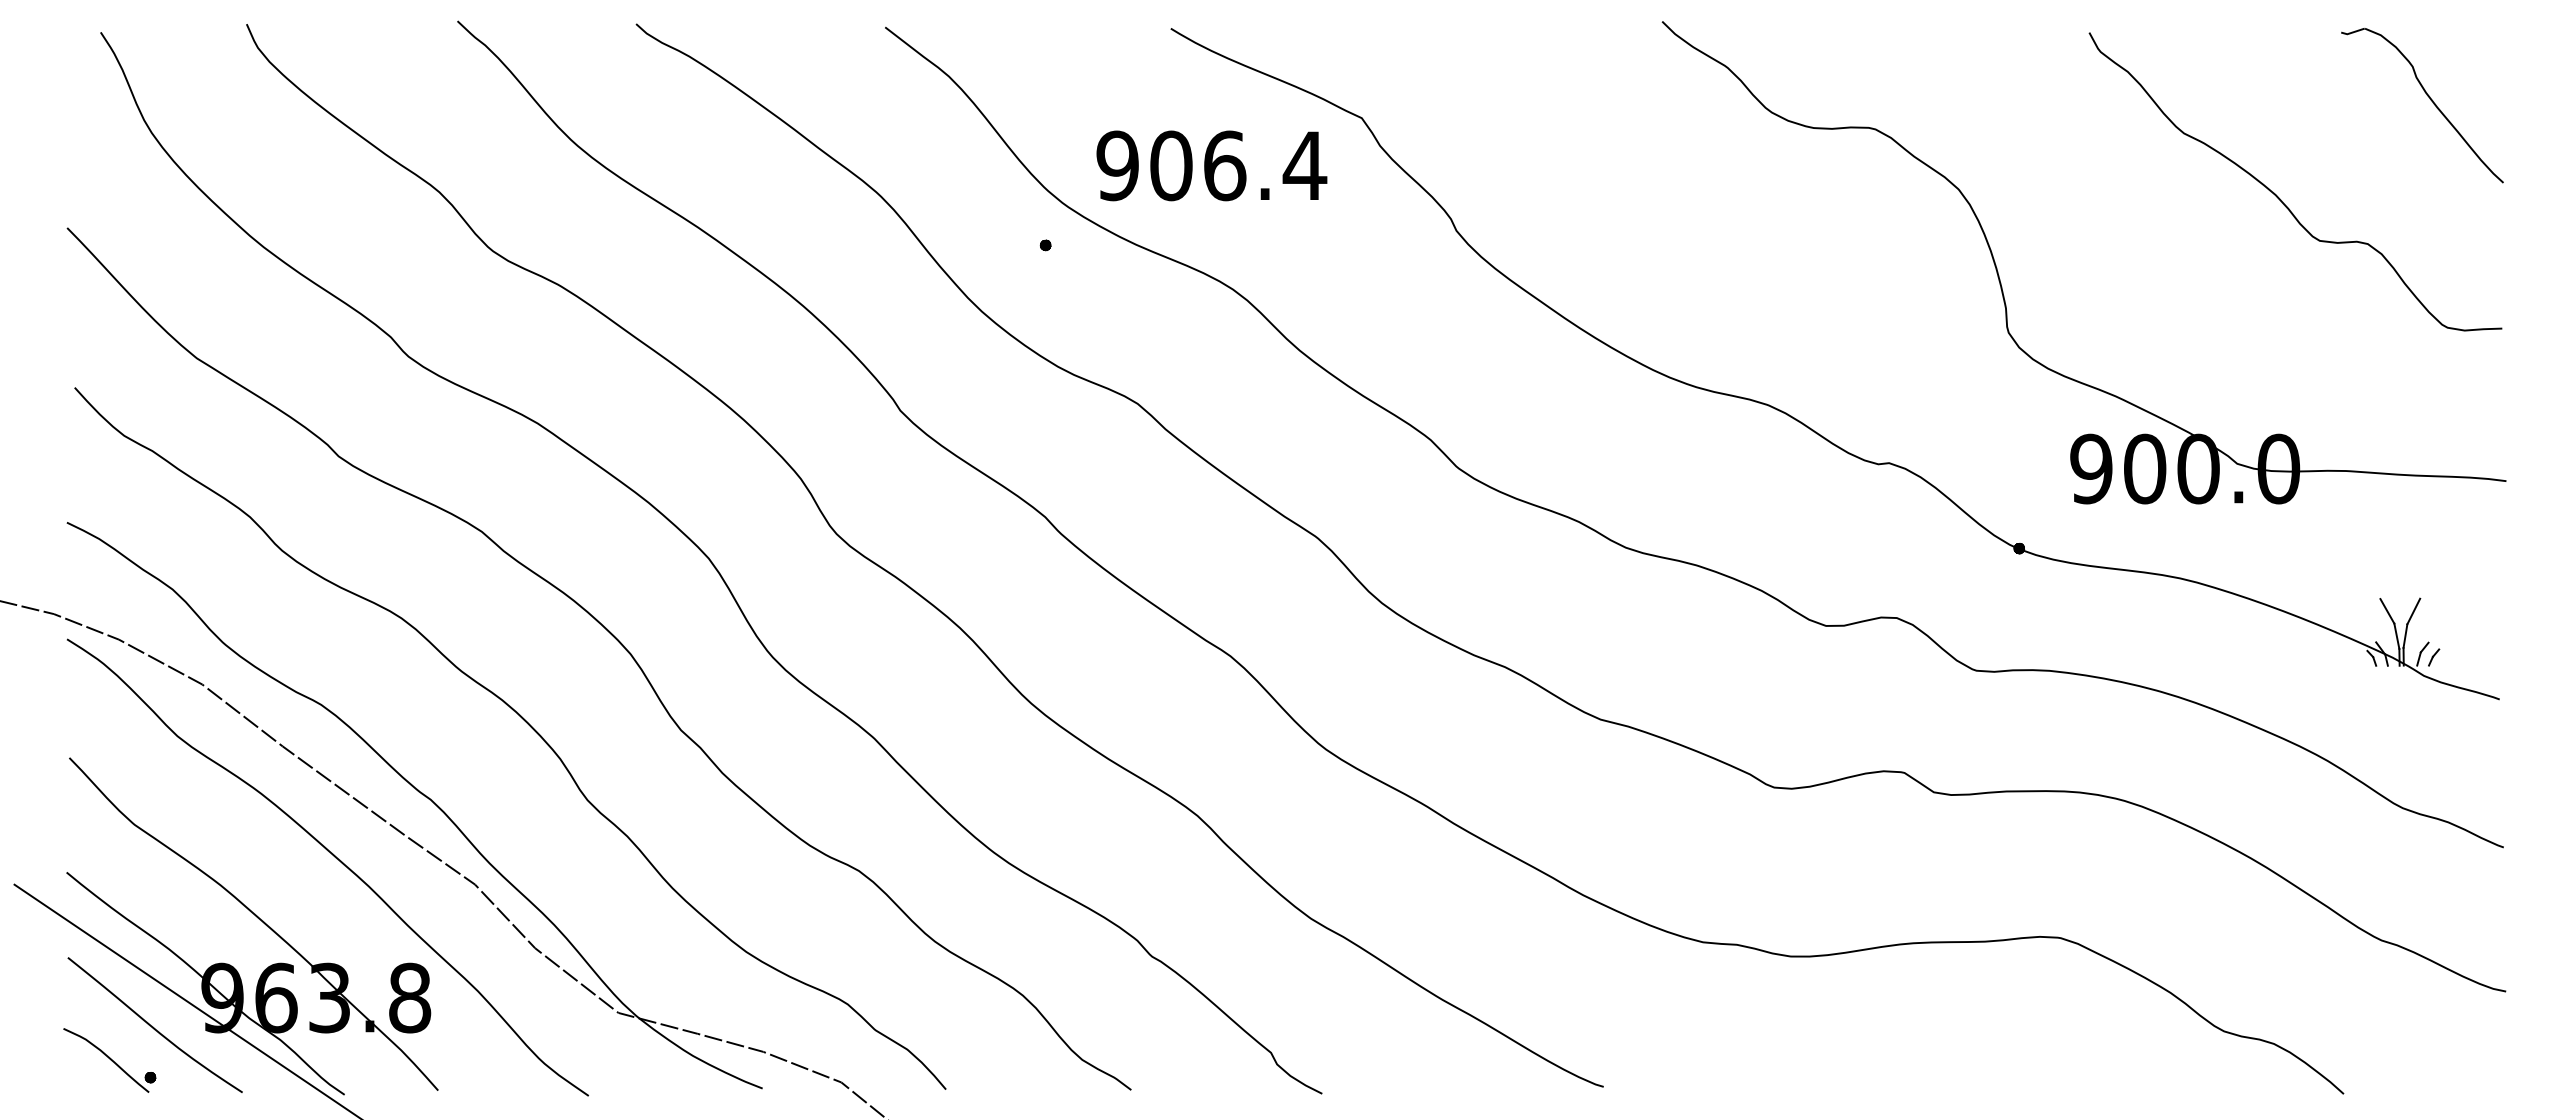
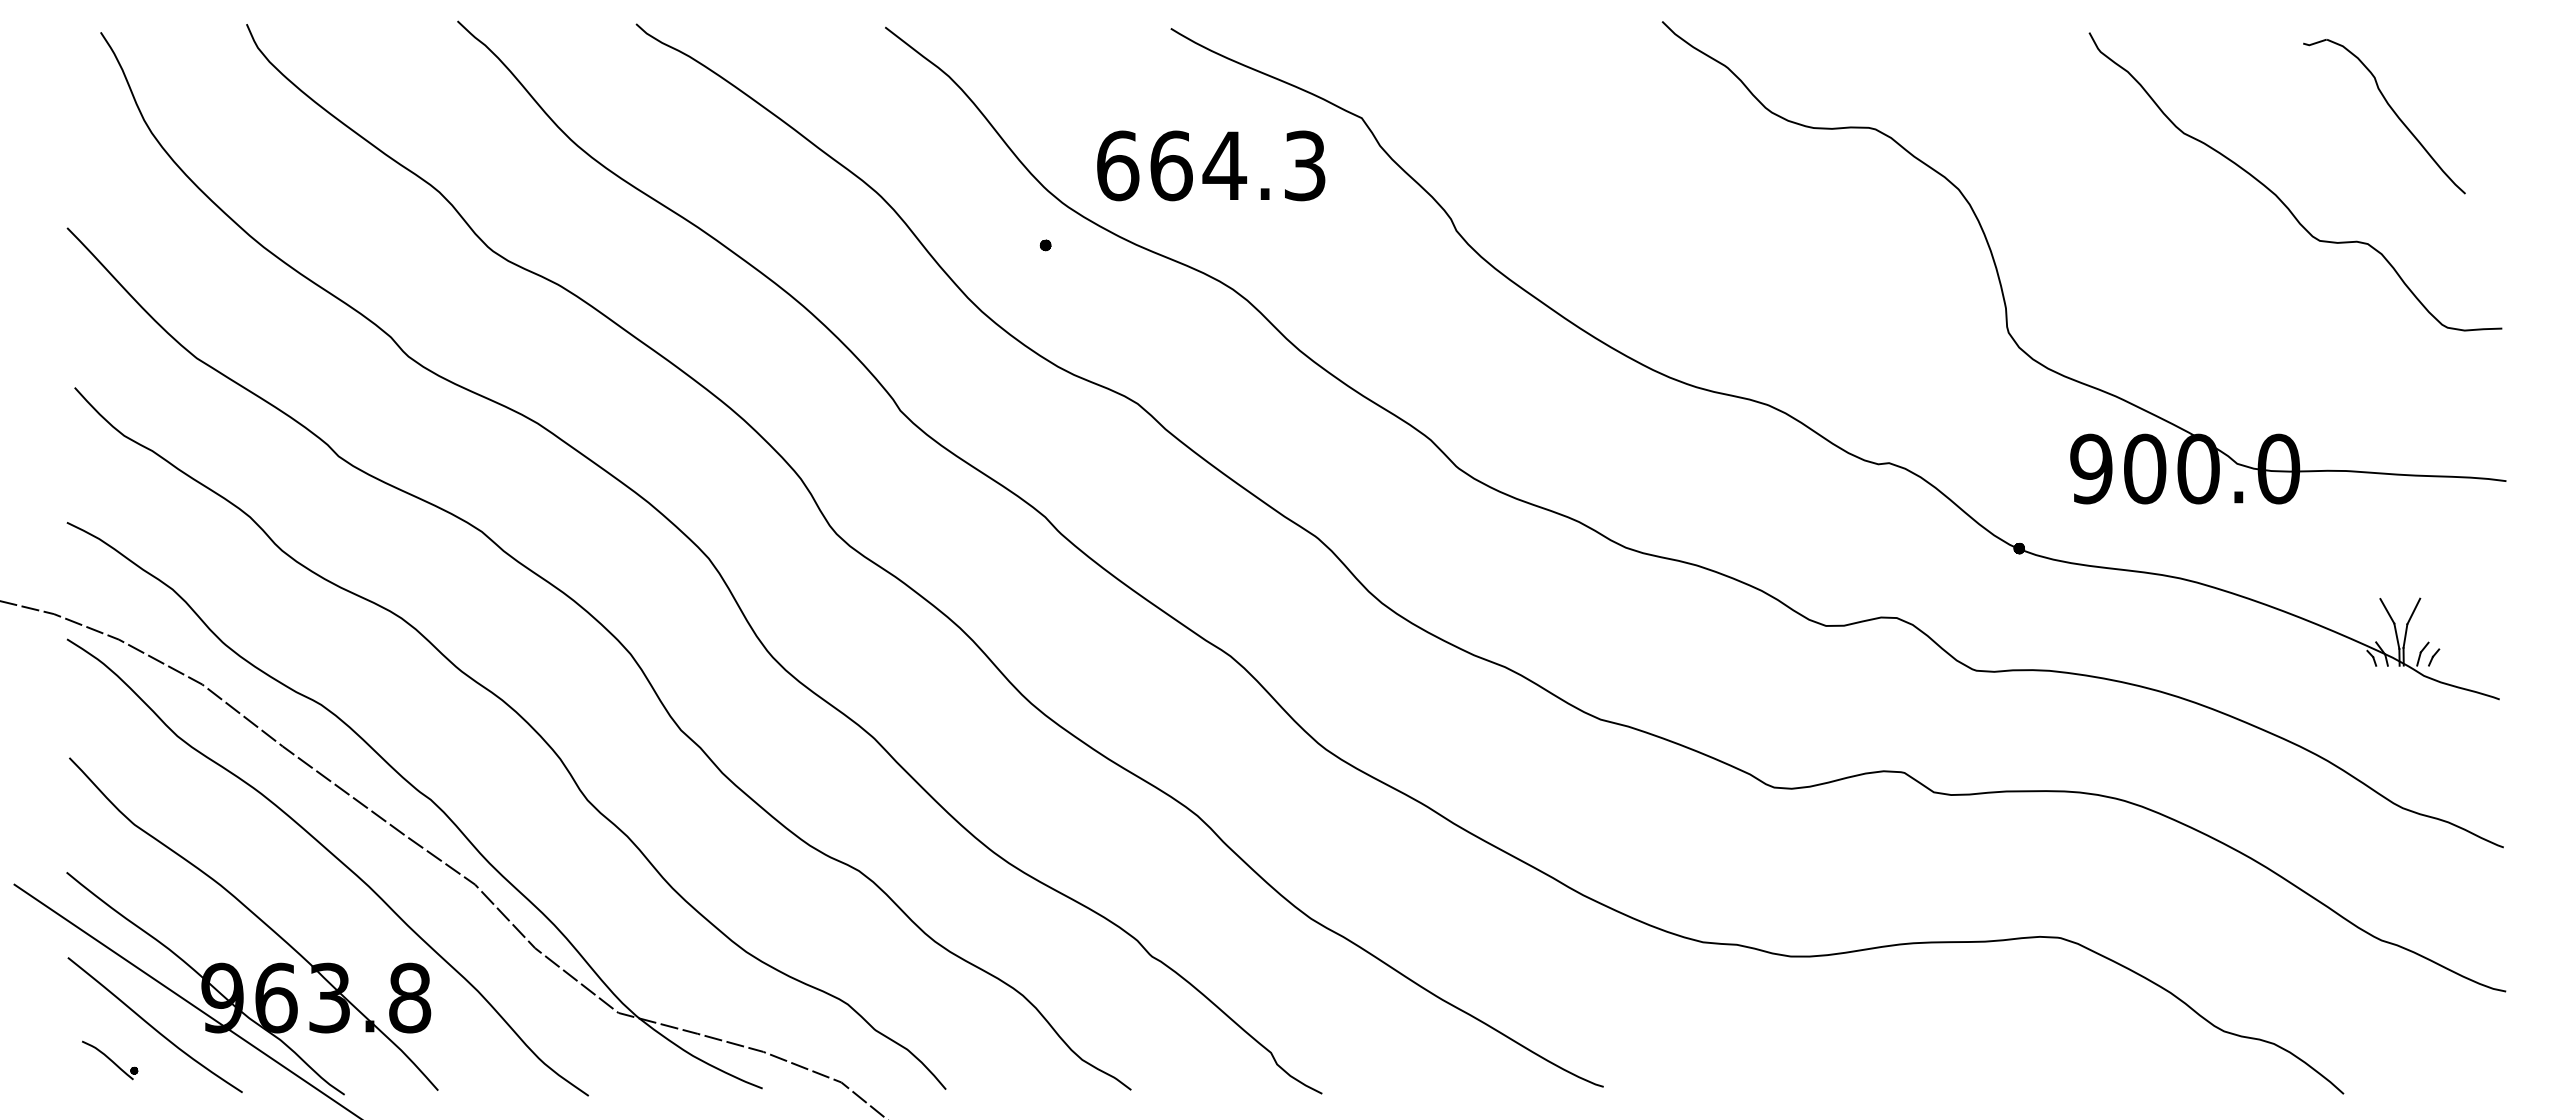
part at (2430, 100) position: (2430, 100) -> (2392, 111)
text at (1211, 165): 906.4 -> 664.3
part at (109, 1060) size: 94x65 px -> 57x41 px
